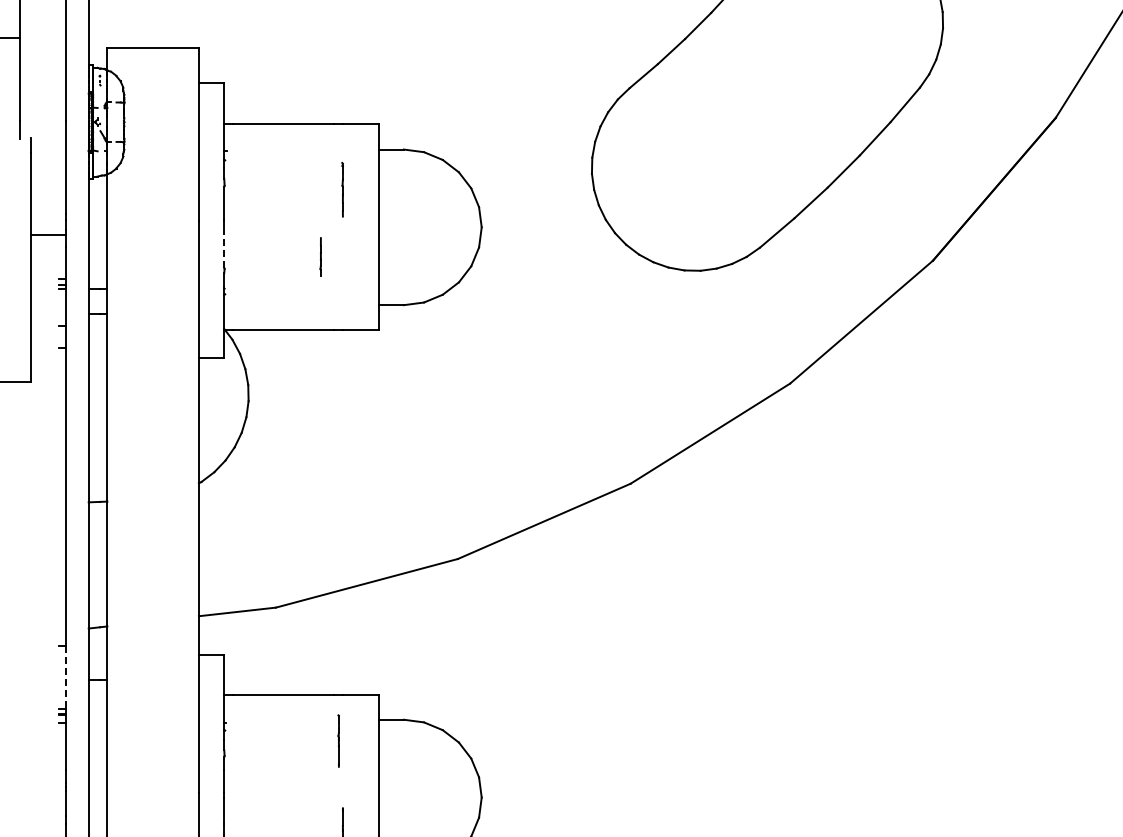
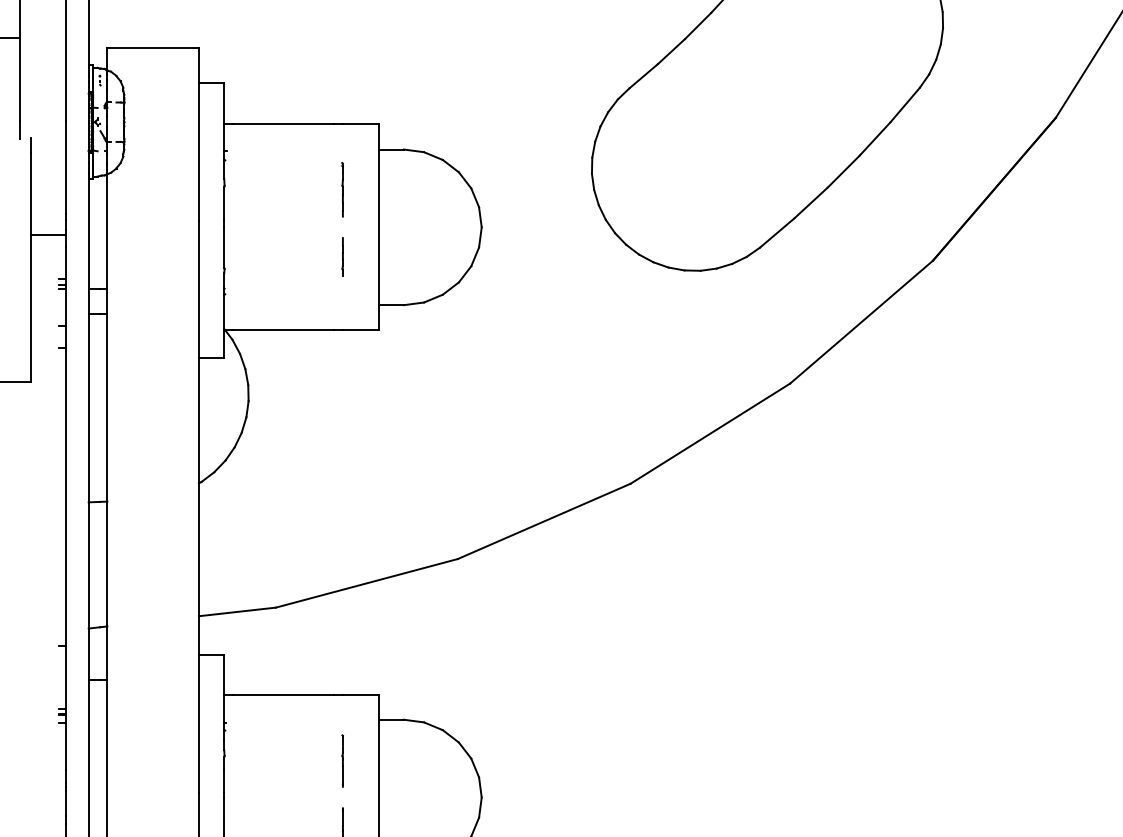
line at (224, 247): dashed -> solid
line at (320, 256) position: (320, 256) -> (342, 256)
line at (65, 677): dashed -> solid
line at (338, 740) position: (338, 740) -> (342, 760)
